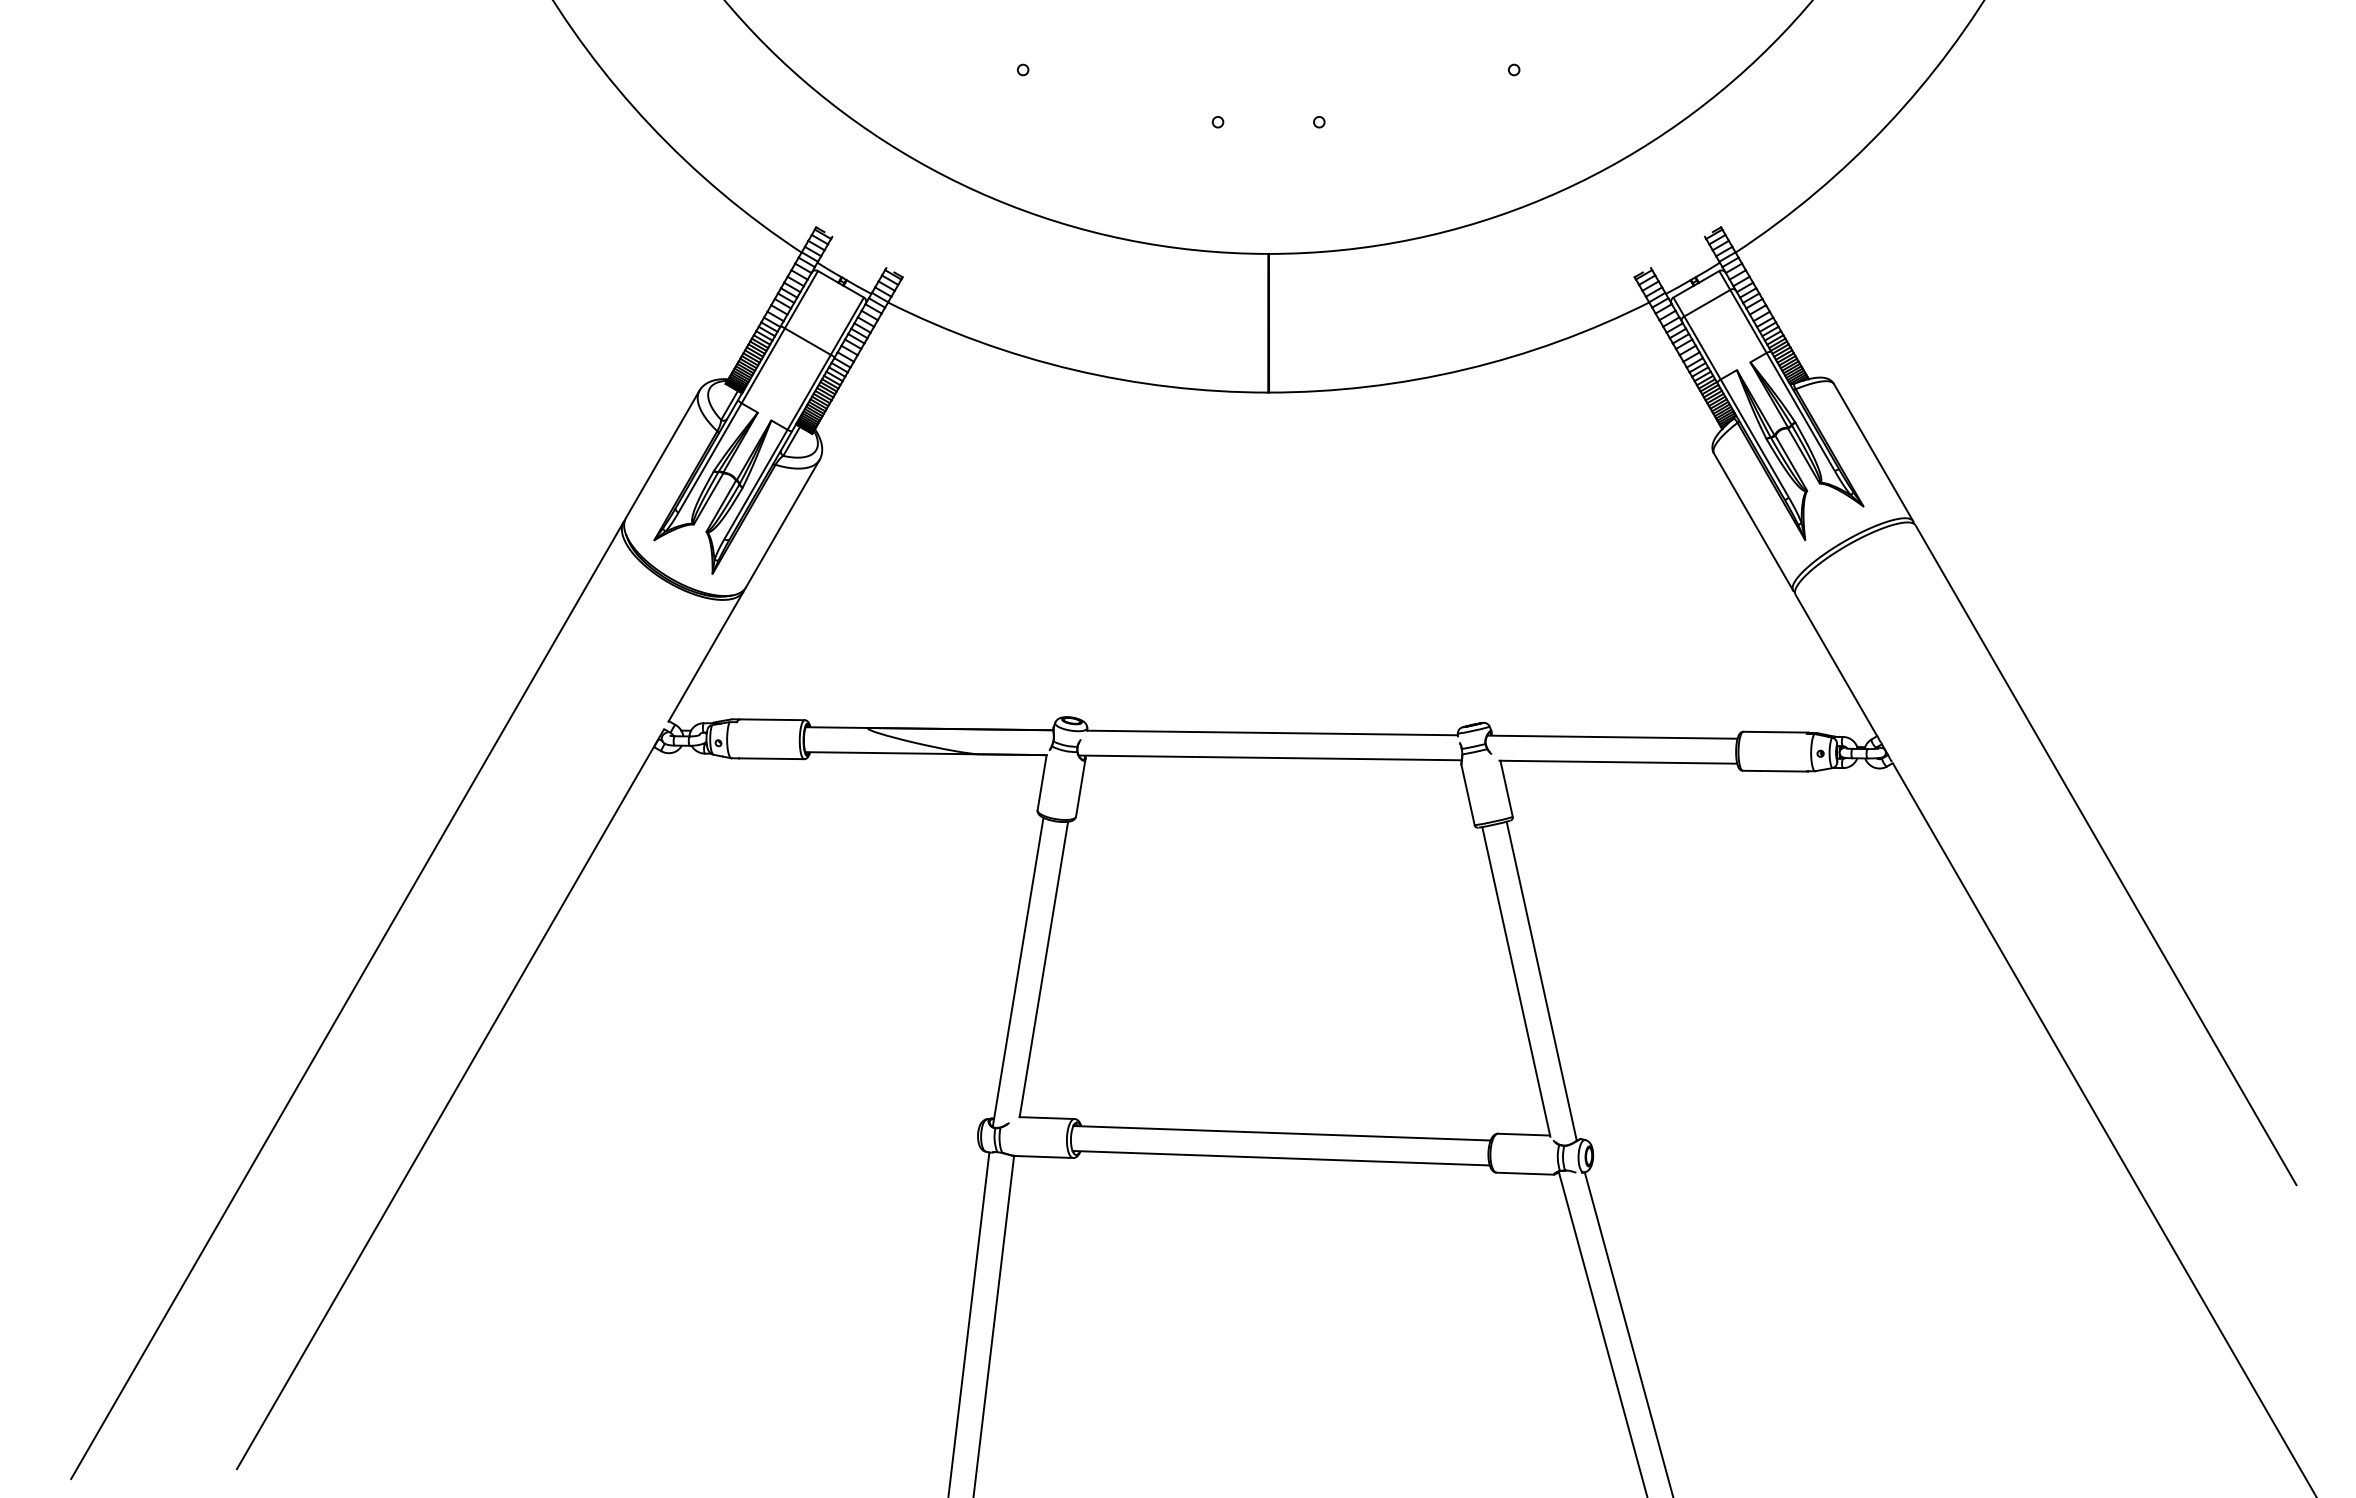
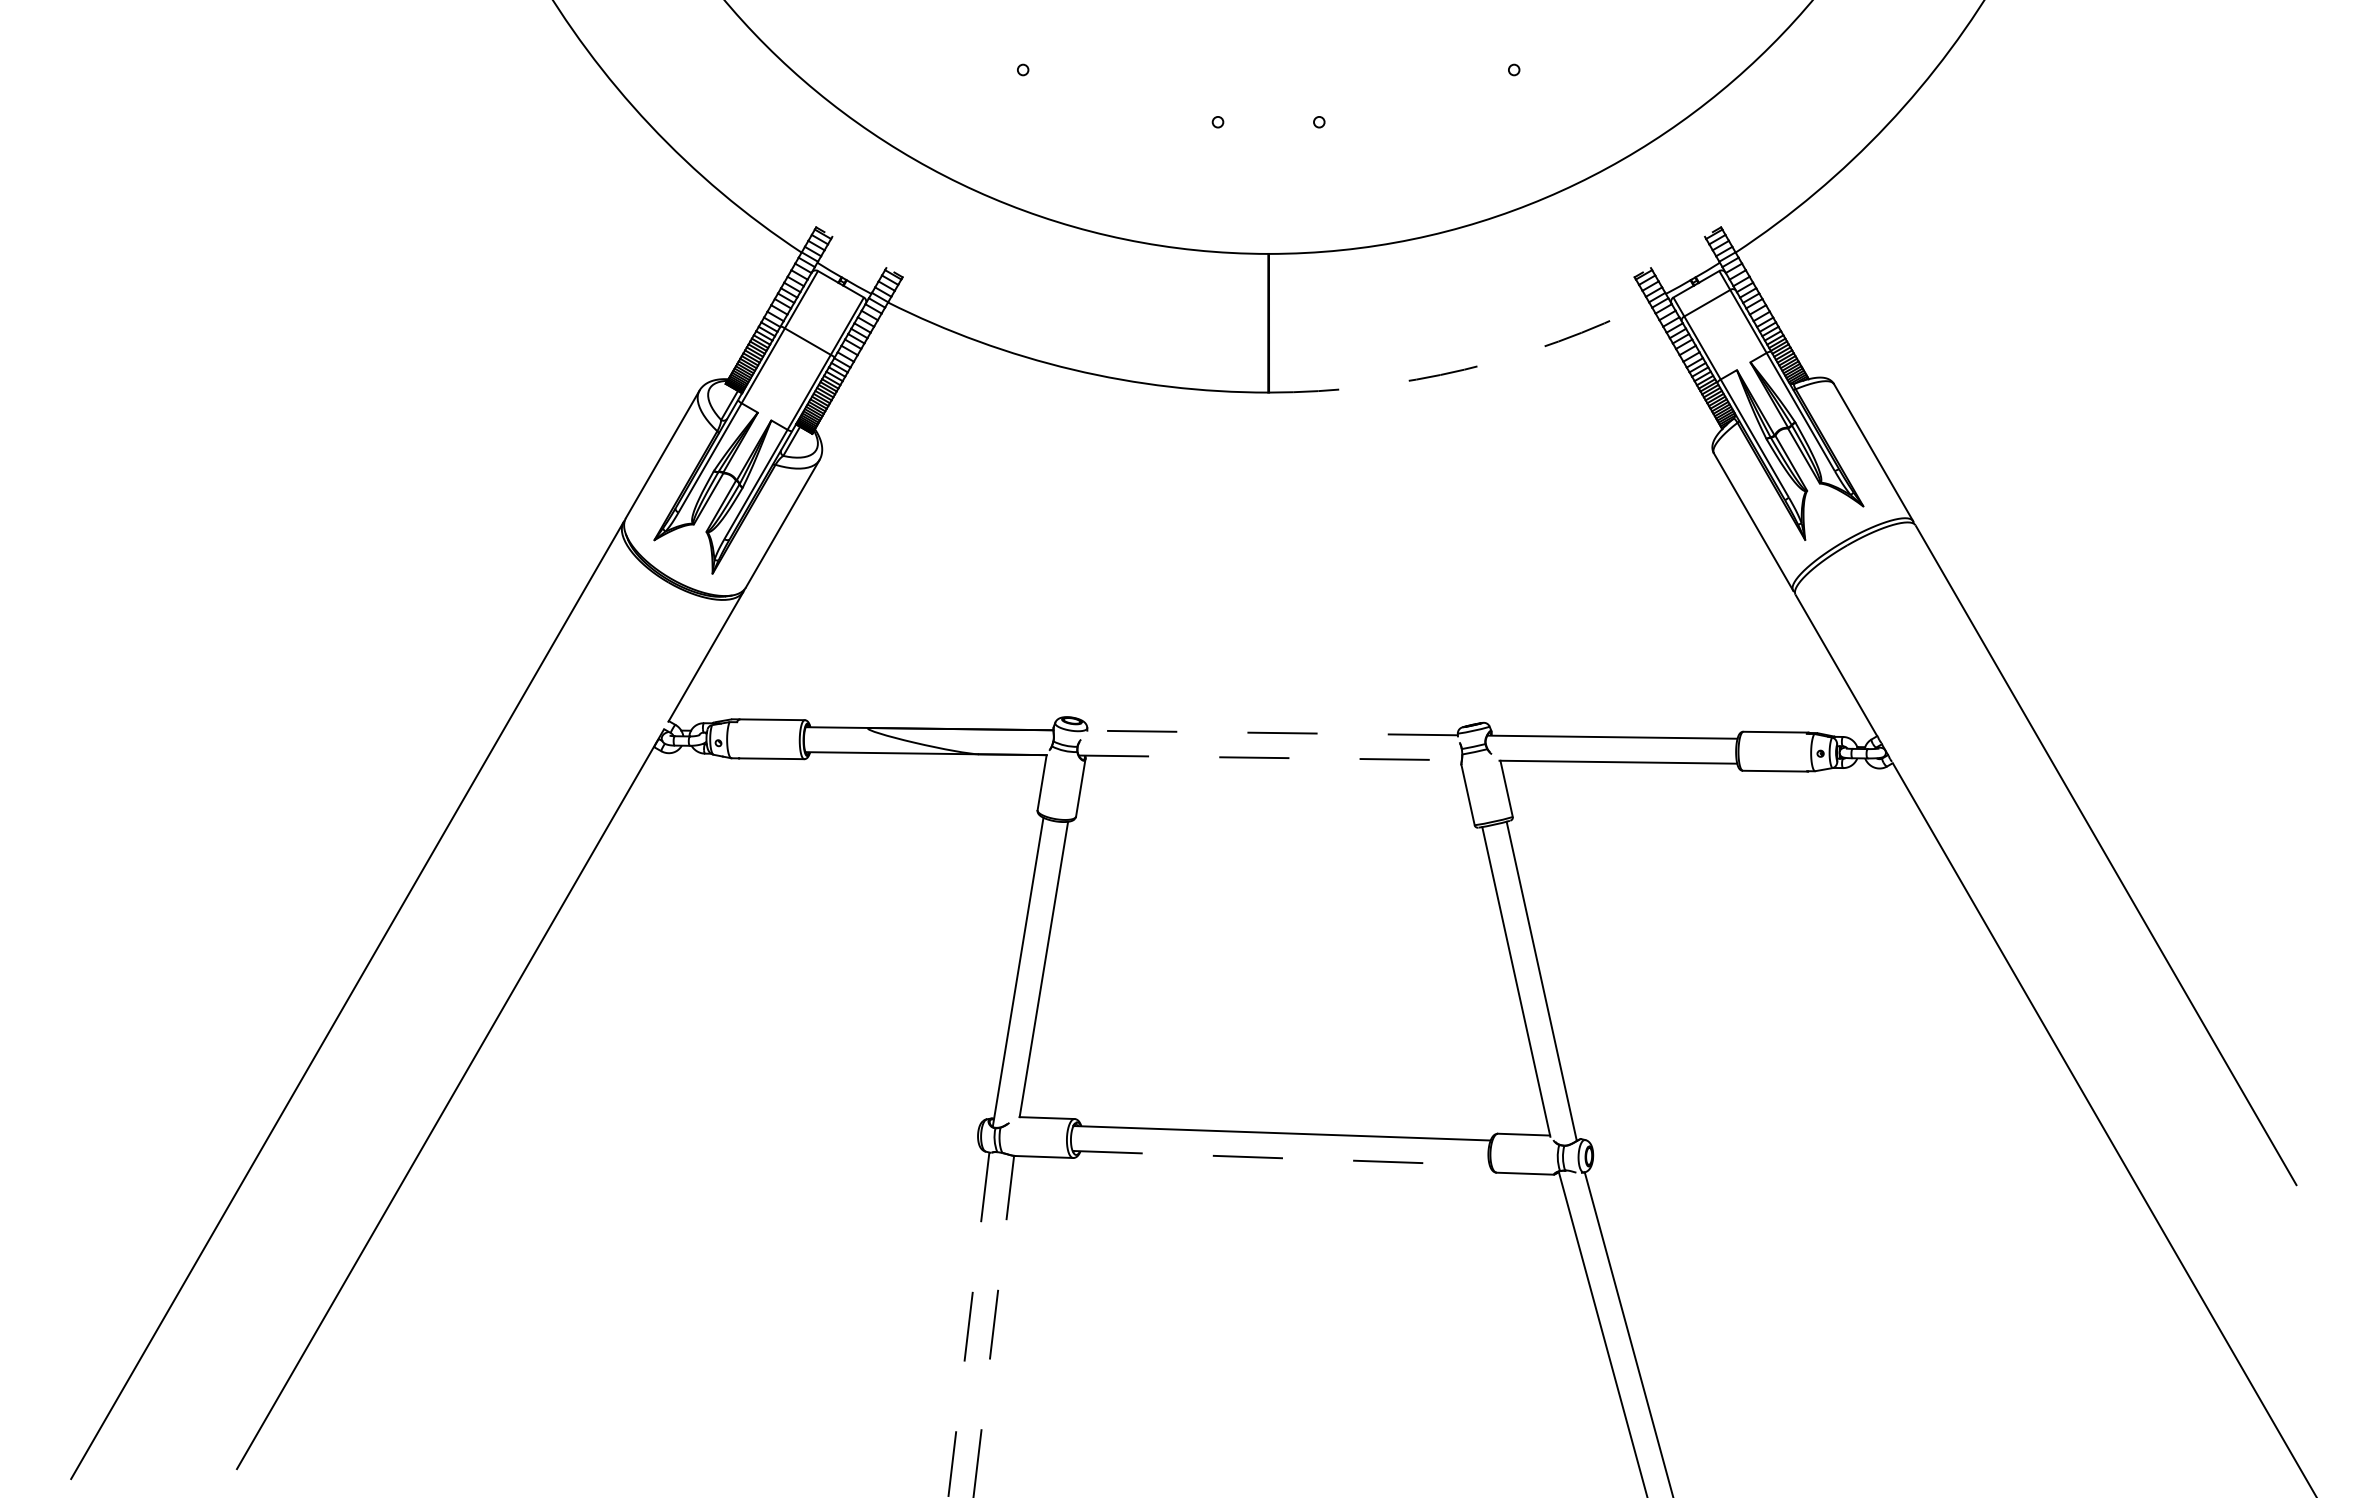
arc at (1464, 369): solid -> dashed
line at (1272, 732): solid -> dashed
line at (1270, 757): solid -> dashed
line at (1281, 1158): solid -> dashed
line at (968, 1325): solid -> dashed
line at (993, 1326): solid -> dashed
